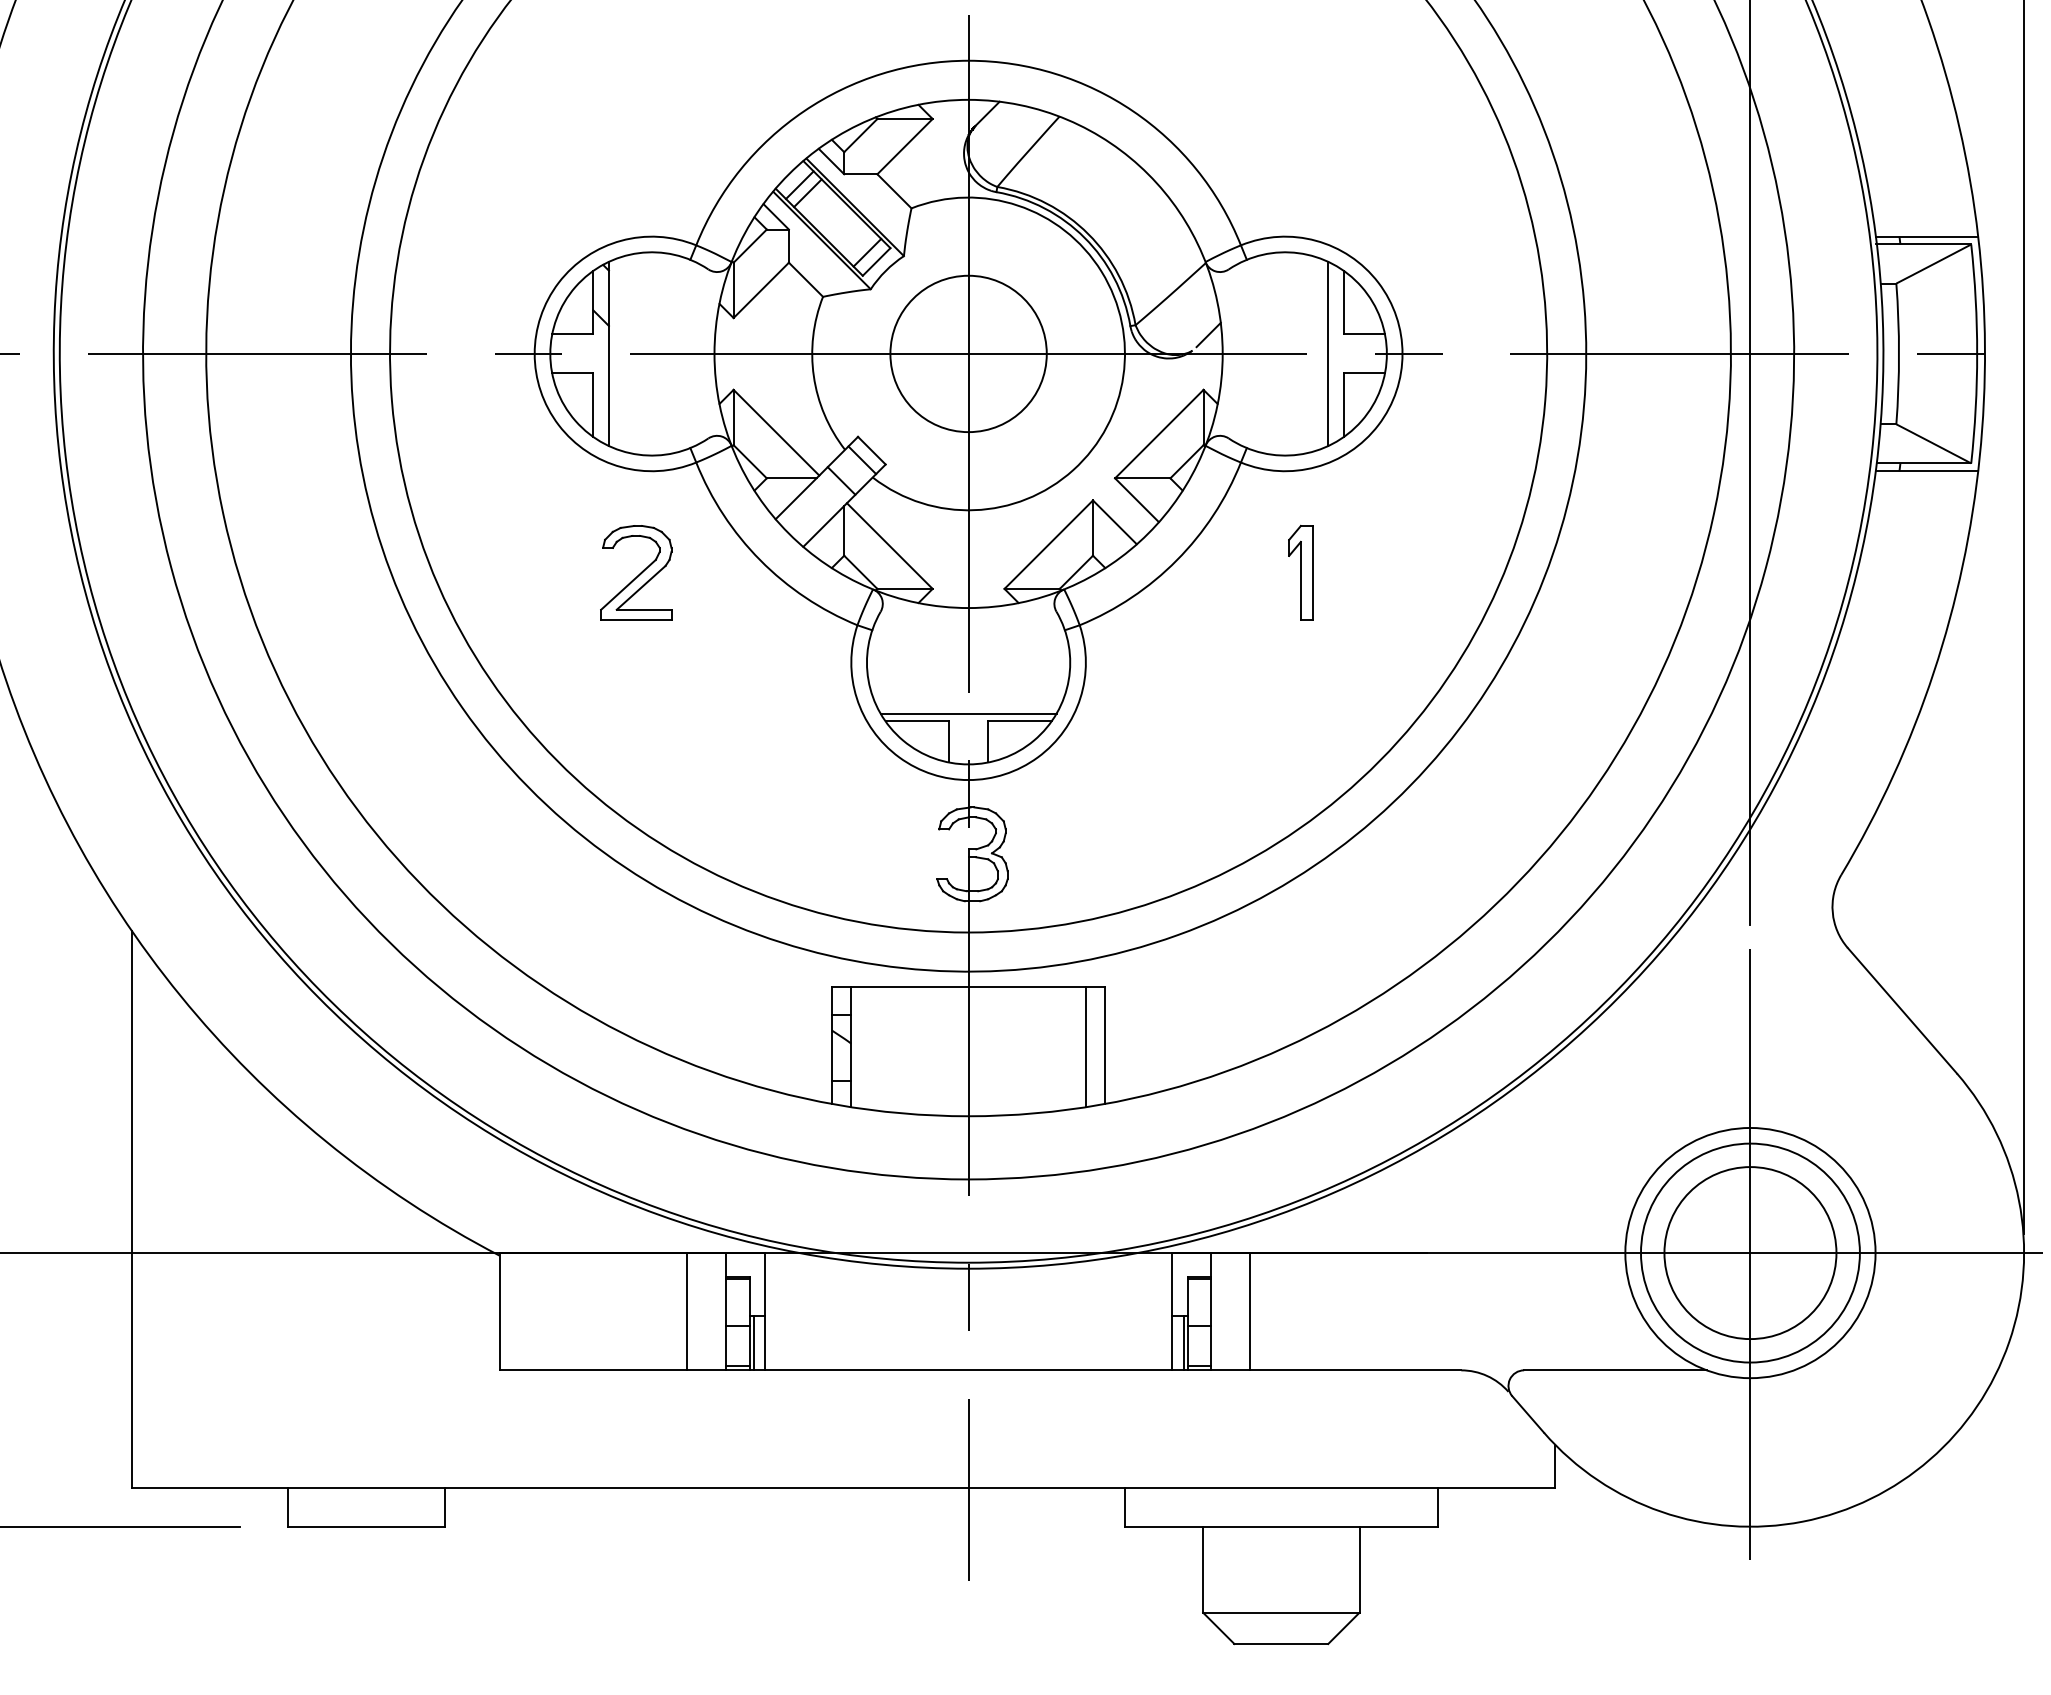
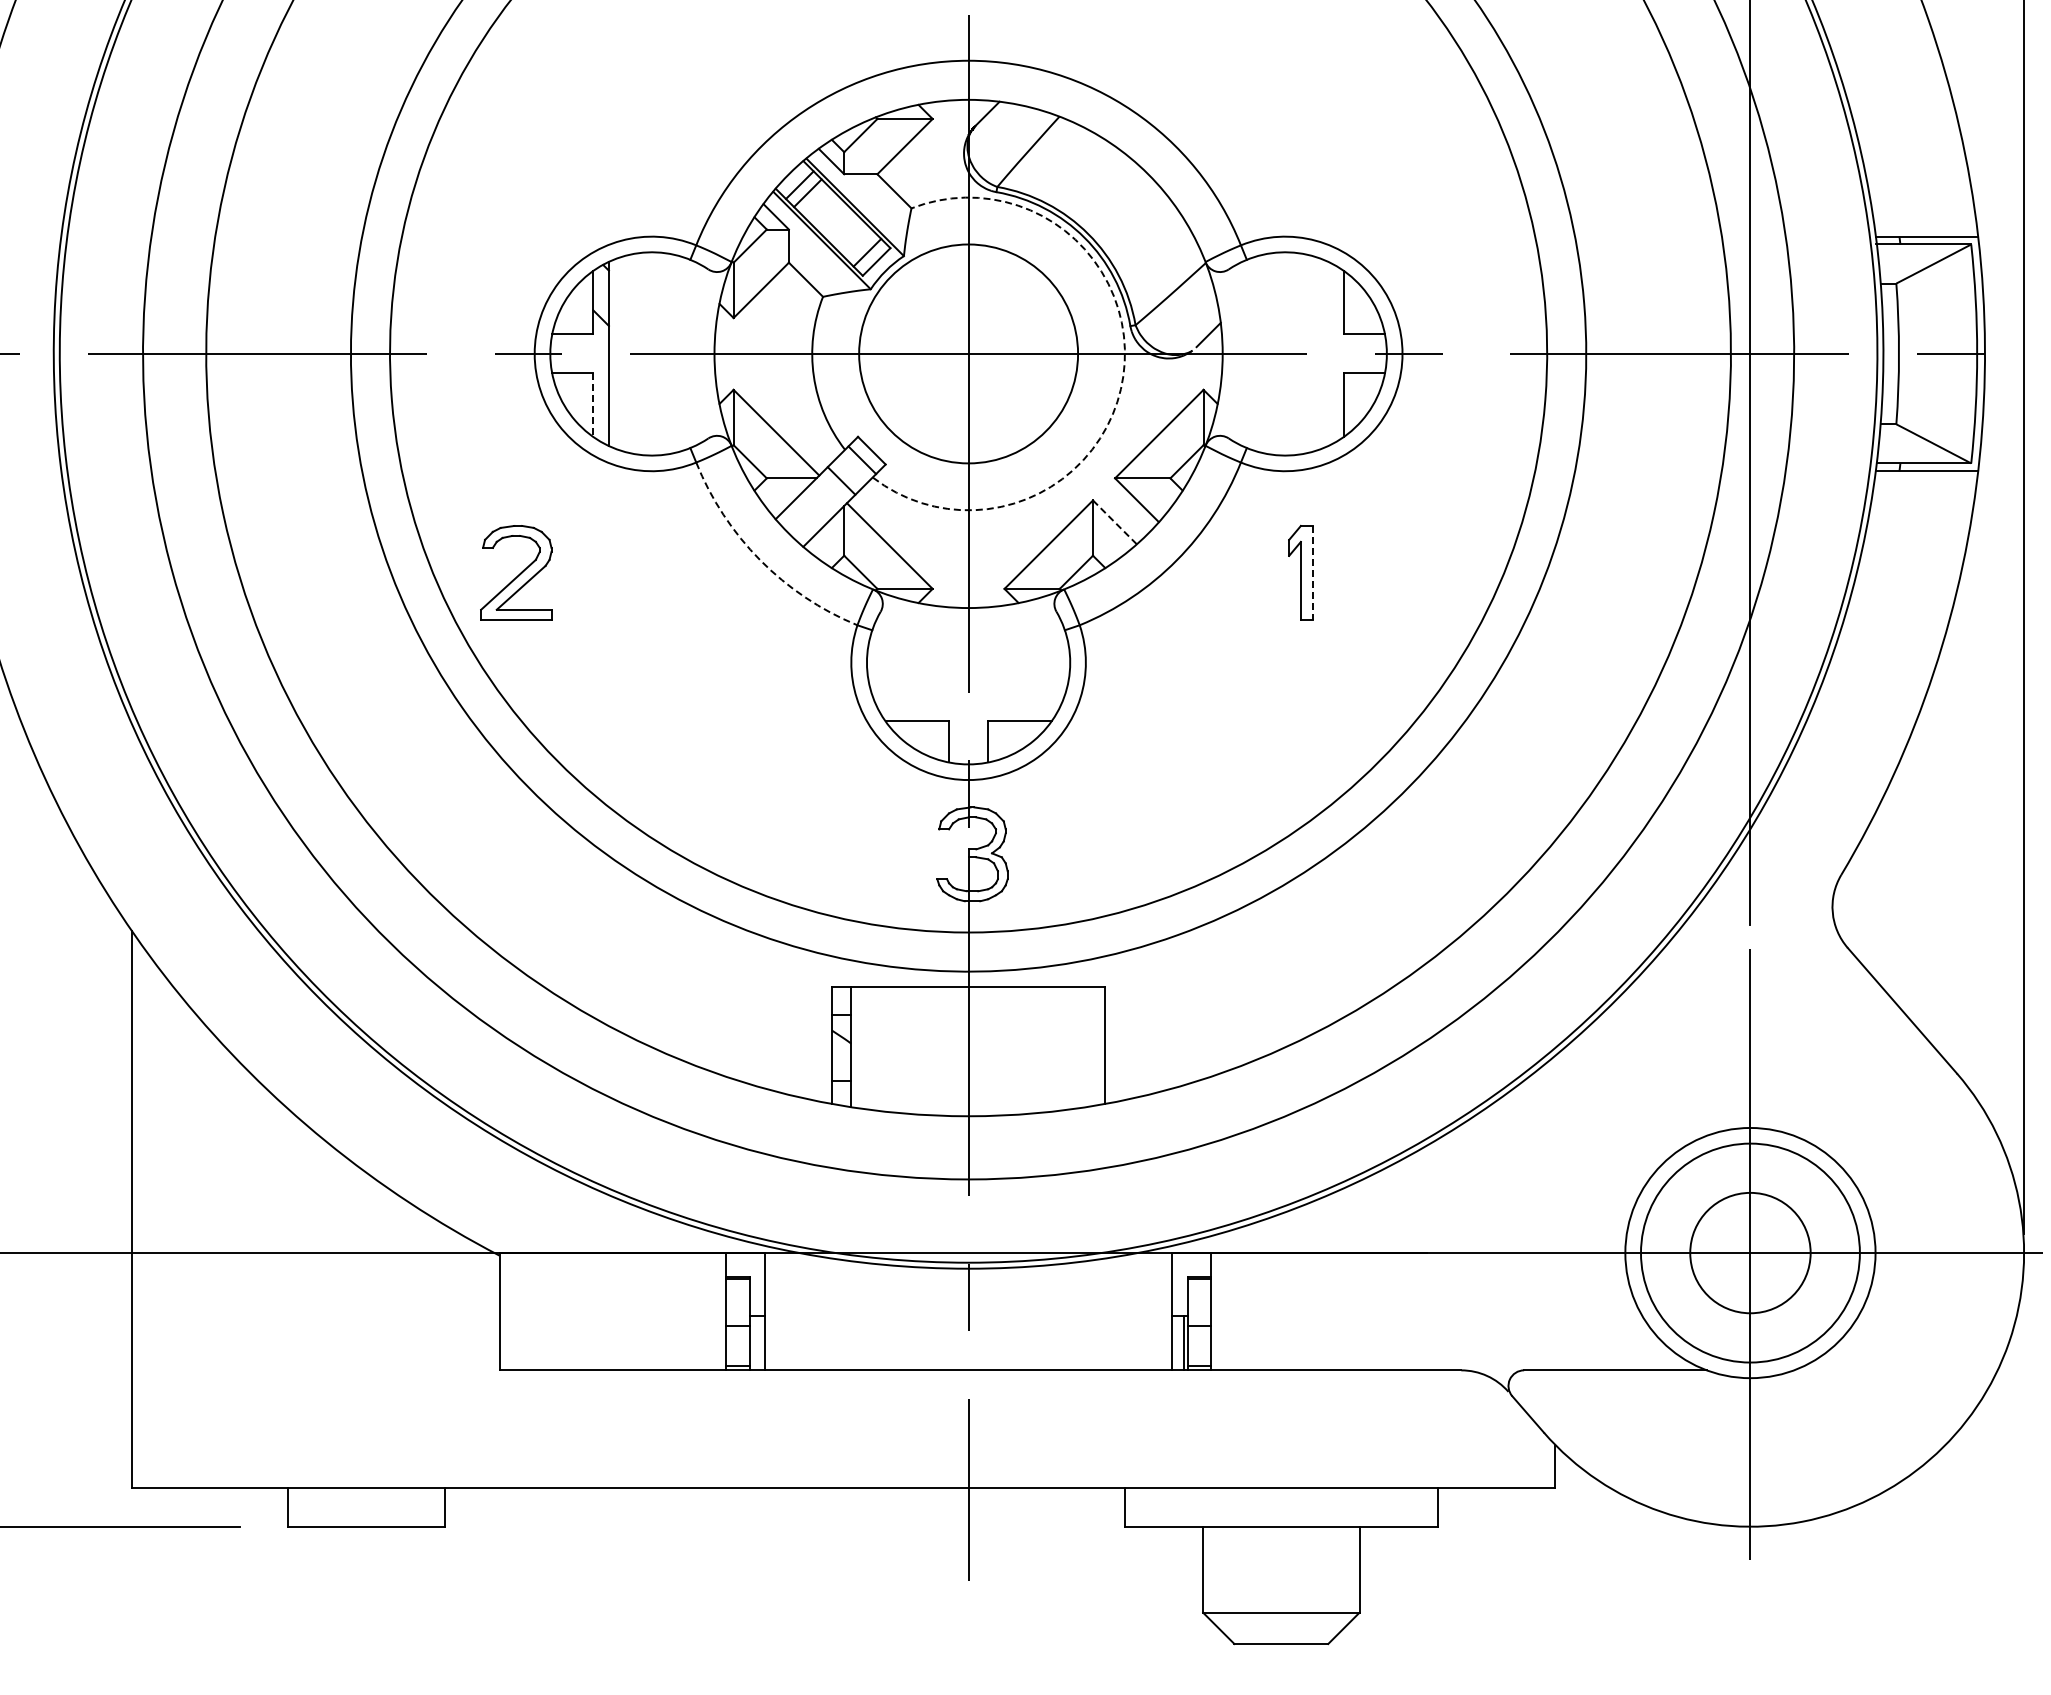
circle at (968, 353) diameter: 156 px -> 219 px
line at (1328, 353): present -> none
arc at (1123, 376): solid -> dashed
line at (593, 405): solid -> dashed
line at (1114, 522): solid -> dashed
arc at (760, 560): solid -> dashed
part at (636, 572) position: (636, 572) -> (516, 572)
line at (1312, 572): solid -> dashed
line at (968, 713): present -> none
line at (1085, 1047): present -> none
circle at (1750, 1253) diameter: 172 px -> 120 px
line at (687, 1311): present -> none
line at (1250, 1311): present -> none
line at (753, 1342): present -> none
